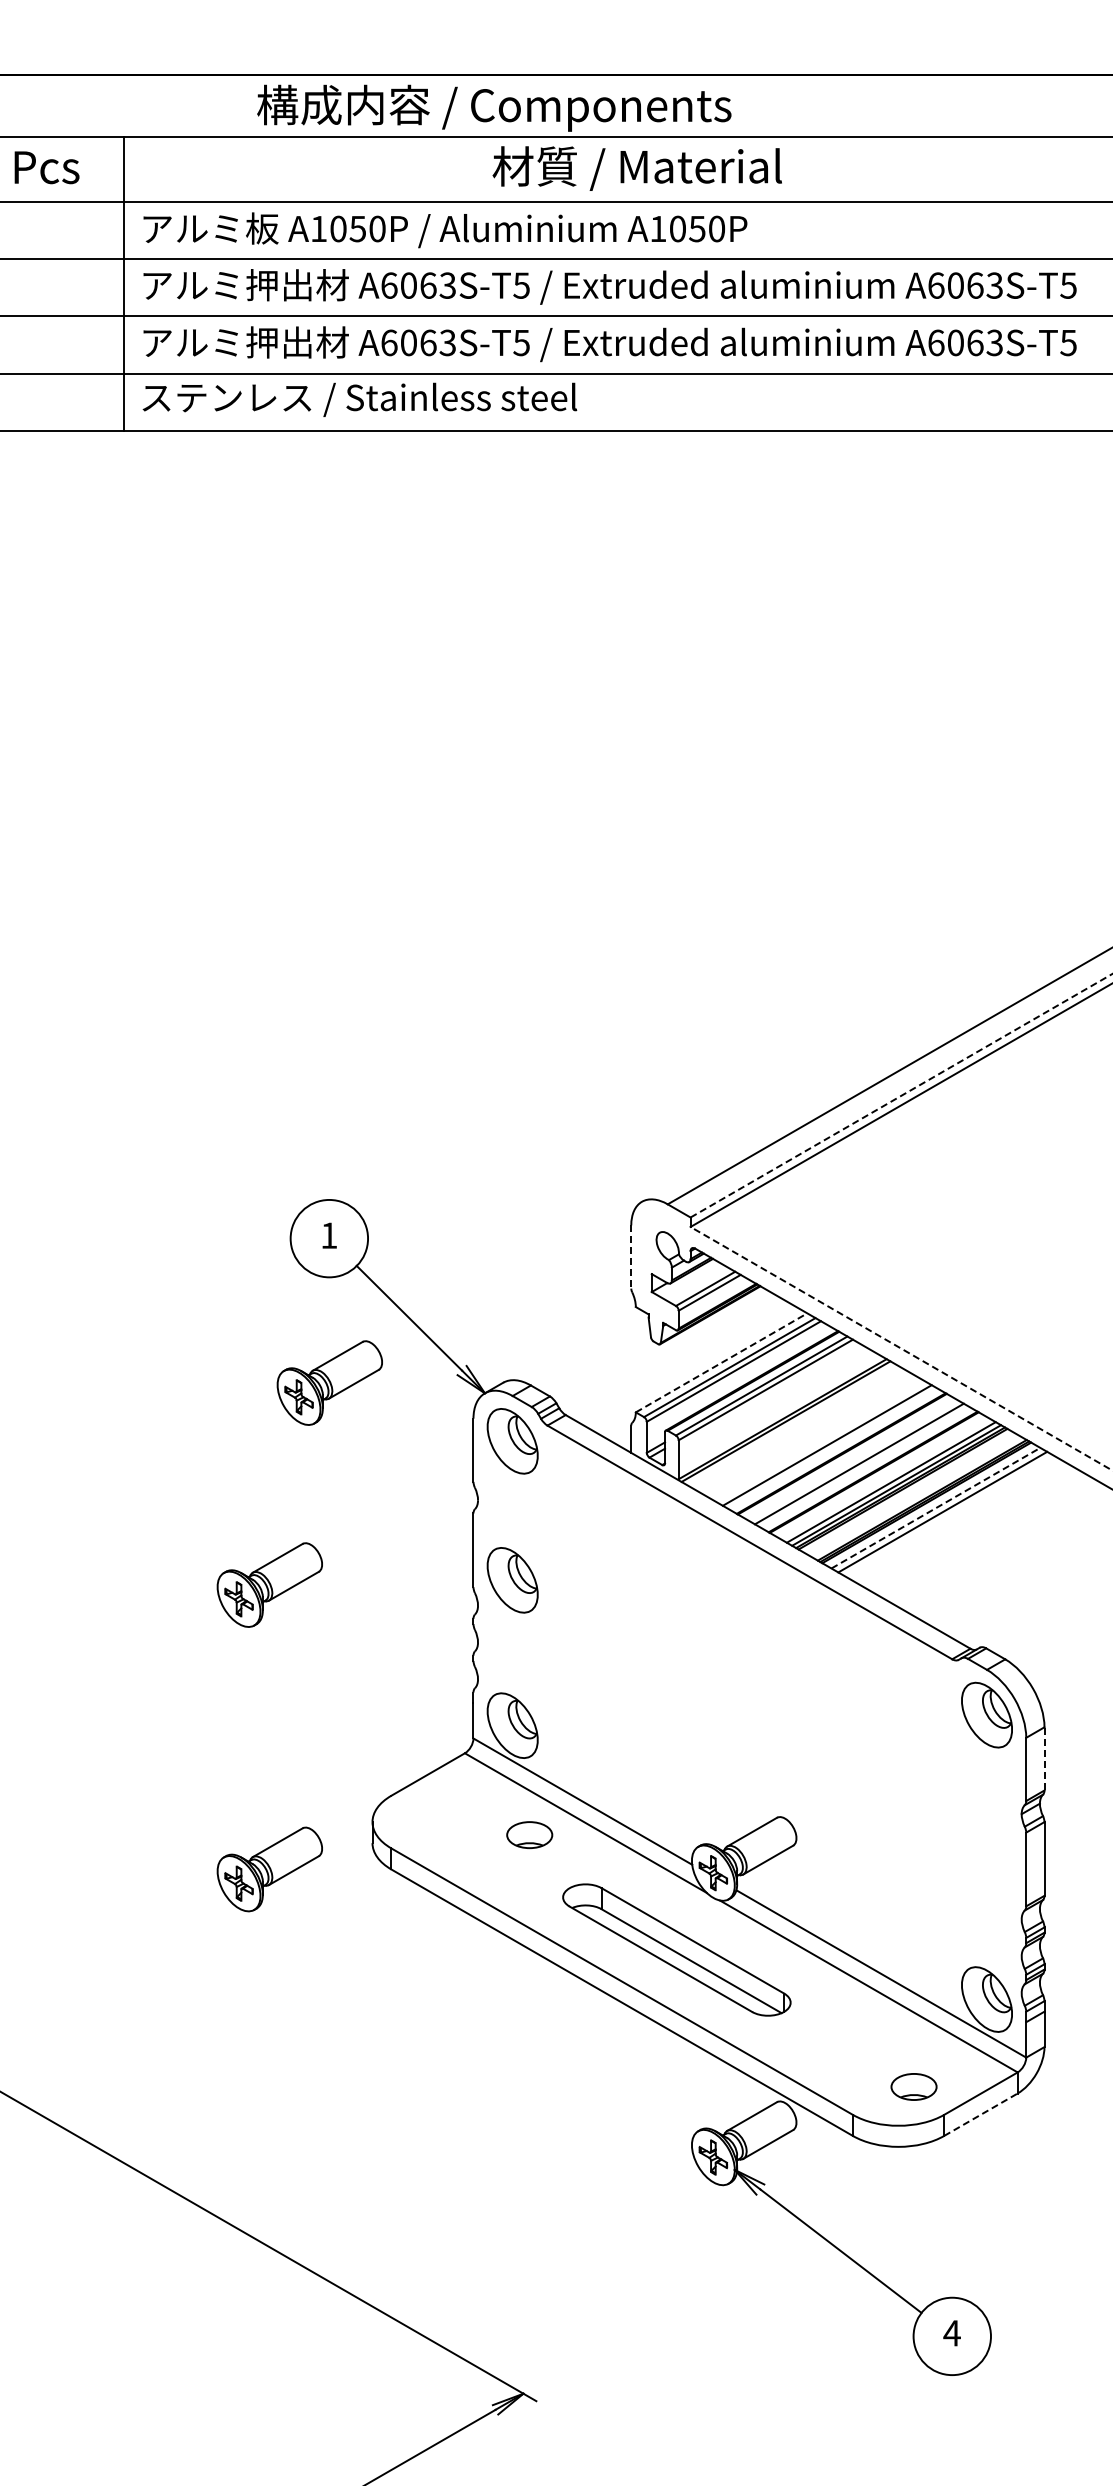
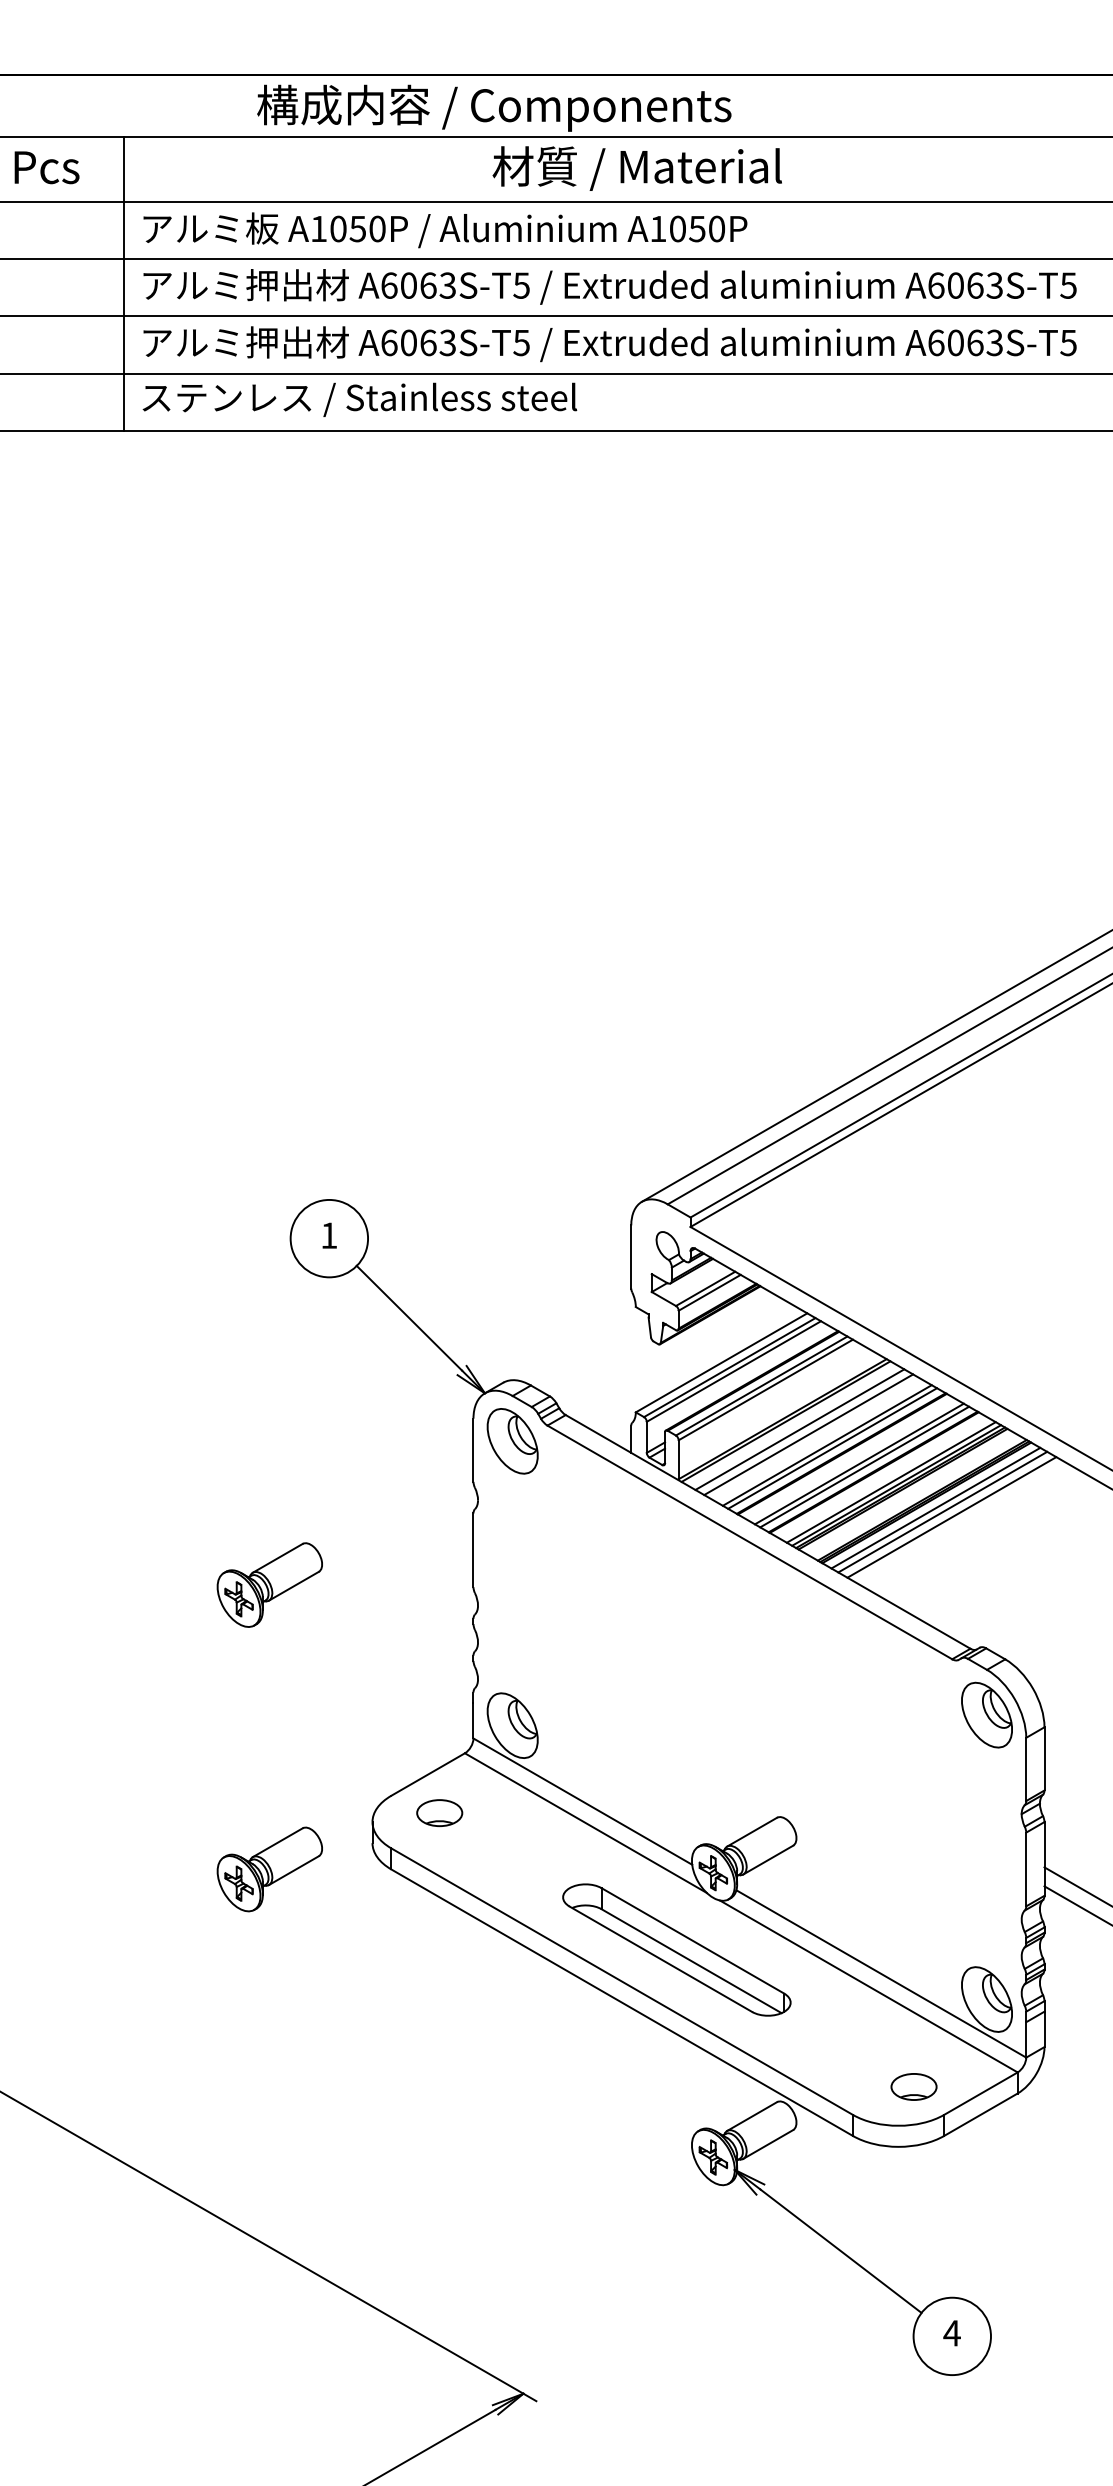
line at (875, 1066): none -> present
line at (901, 1095): dashed -> solid
line at (631, 1257): dashed -> solid
line at (901, 1348): dashed -> solid
line at (722, 1362): dashed -> solid
part at (329, 1382): present -> none
line at (799, 1429): none -> present
line at (808, 1434): none -> present
line at (832, 1448): none -> present
line at (864, 1466): none -> present
line at (935, 1508): dashed -> solid
line at (951, 1517): none -> present
part at (512, 1580): present -> none
line at (1044, 1758): dashed -> solid
part at (529, 1835) position: (529, 1835) -> (439, 1813)
line at (1076, 1885): none -> present
line at (1076, 1905): none -> present
line at (981, 2114): dashed -> solid
